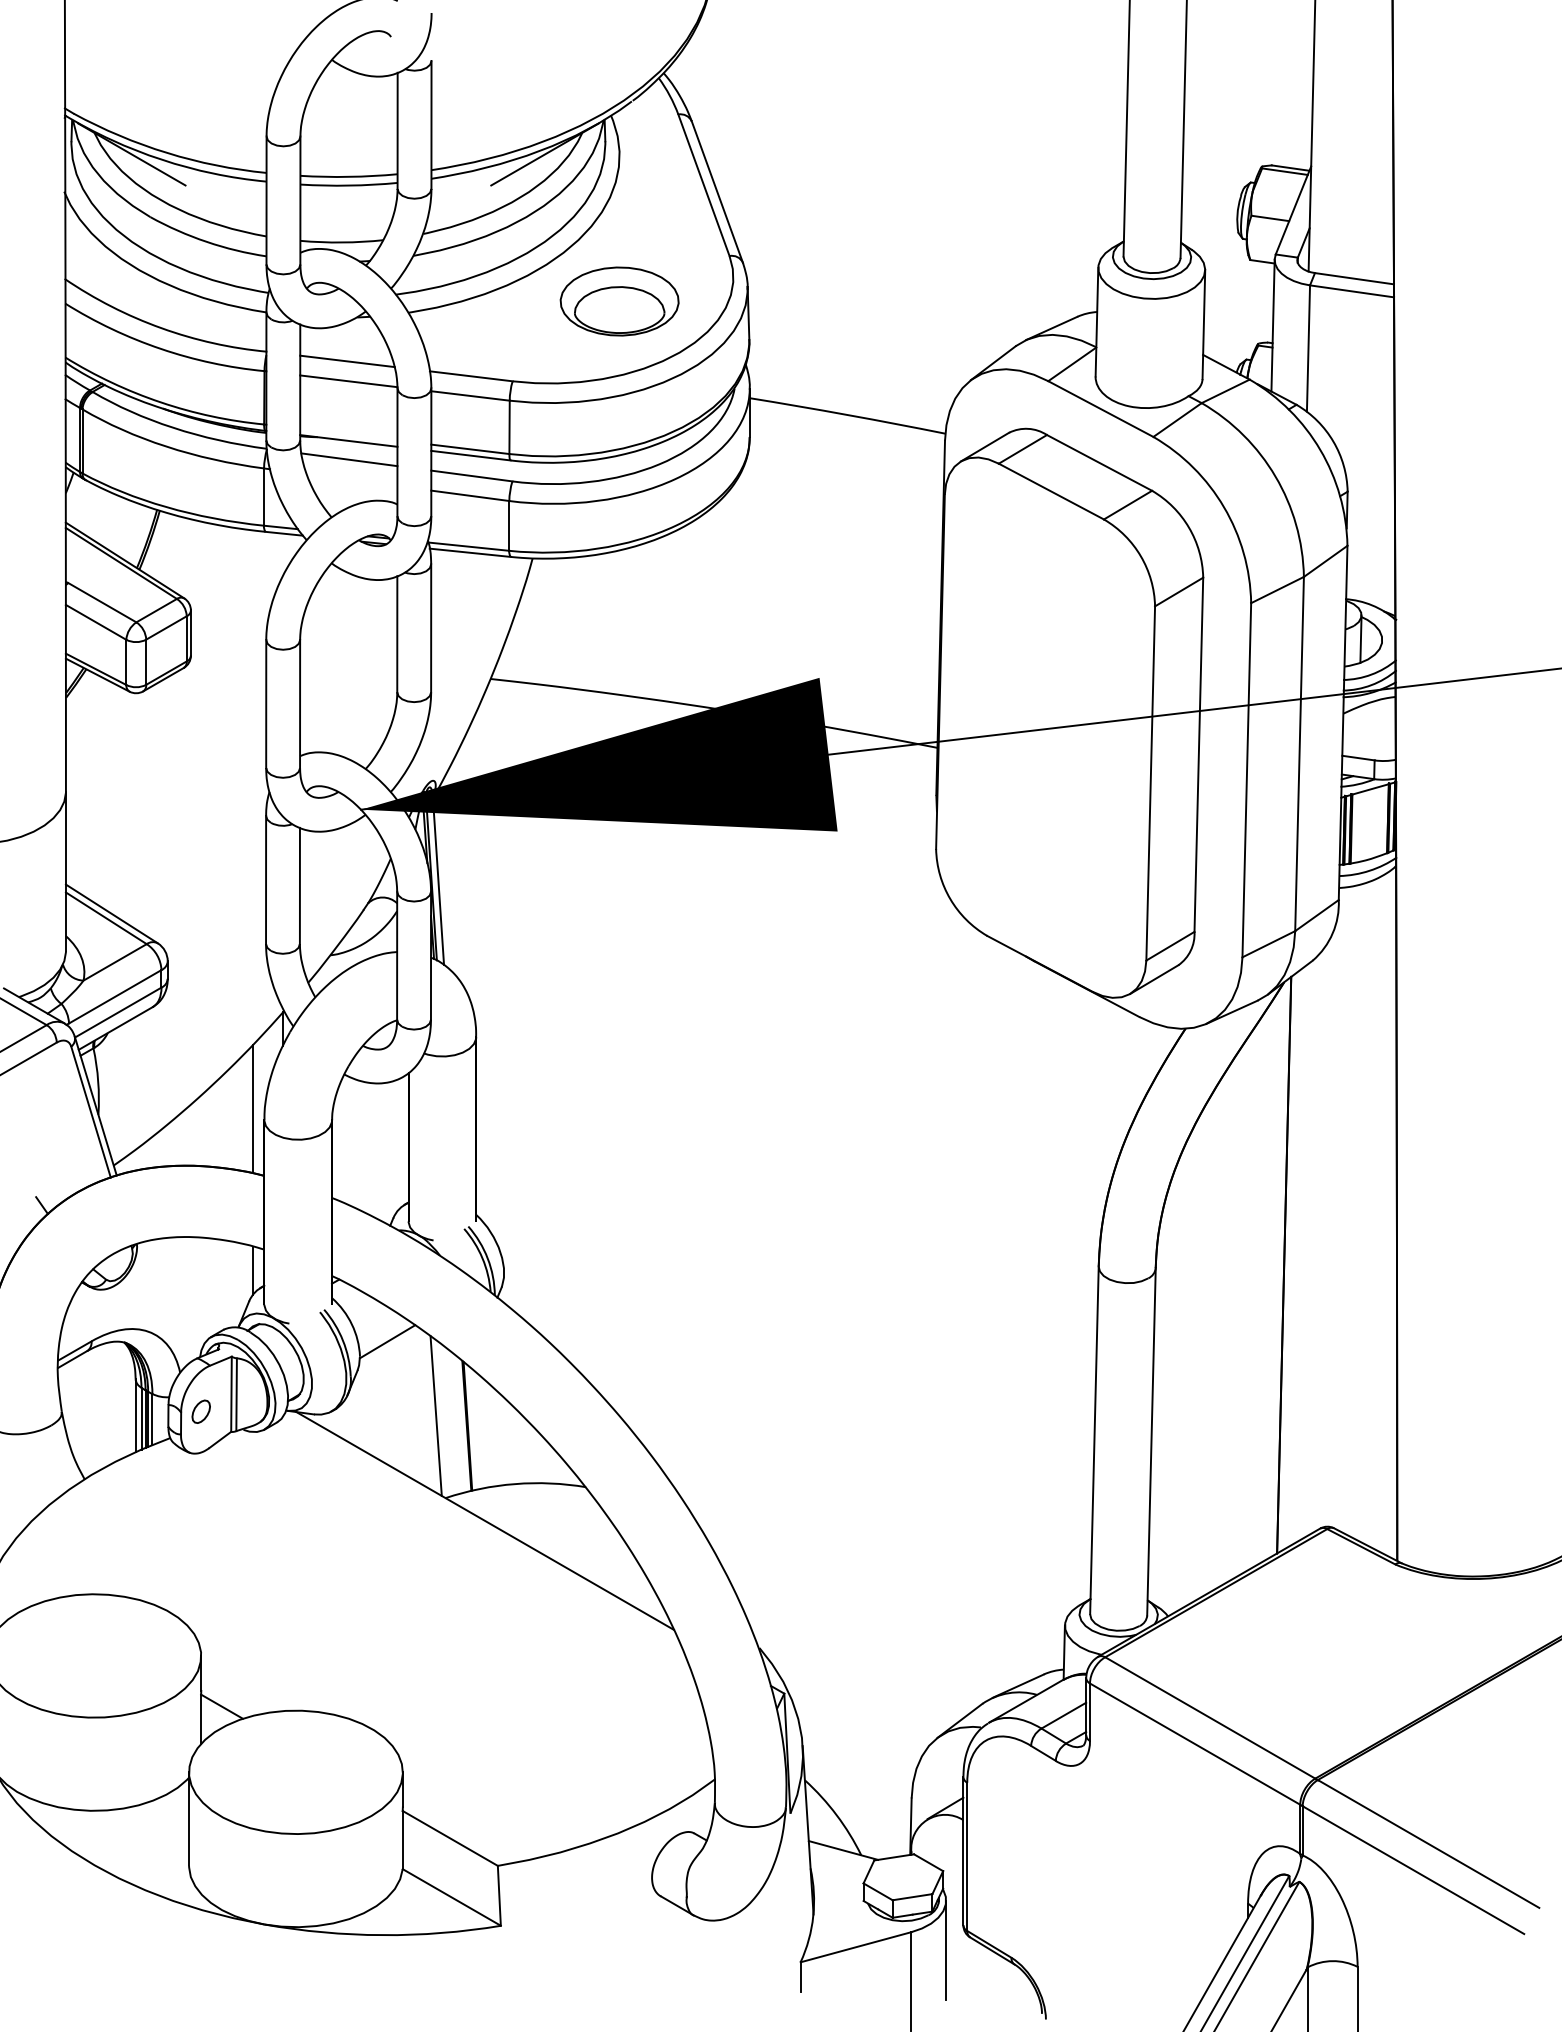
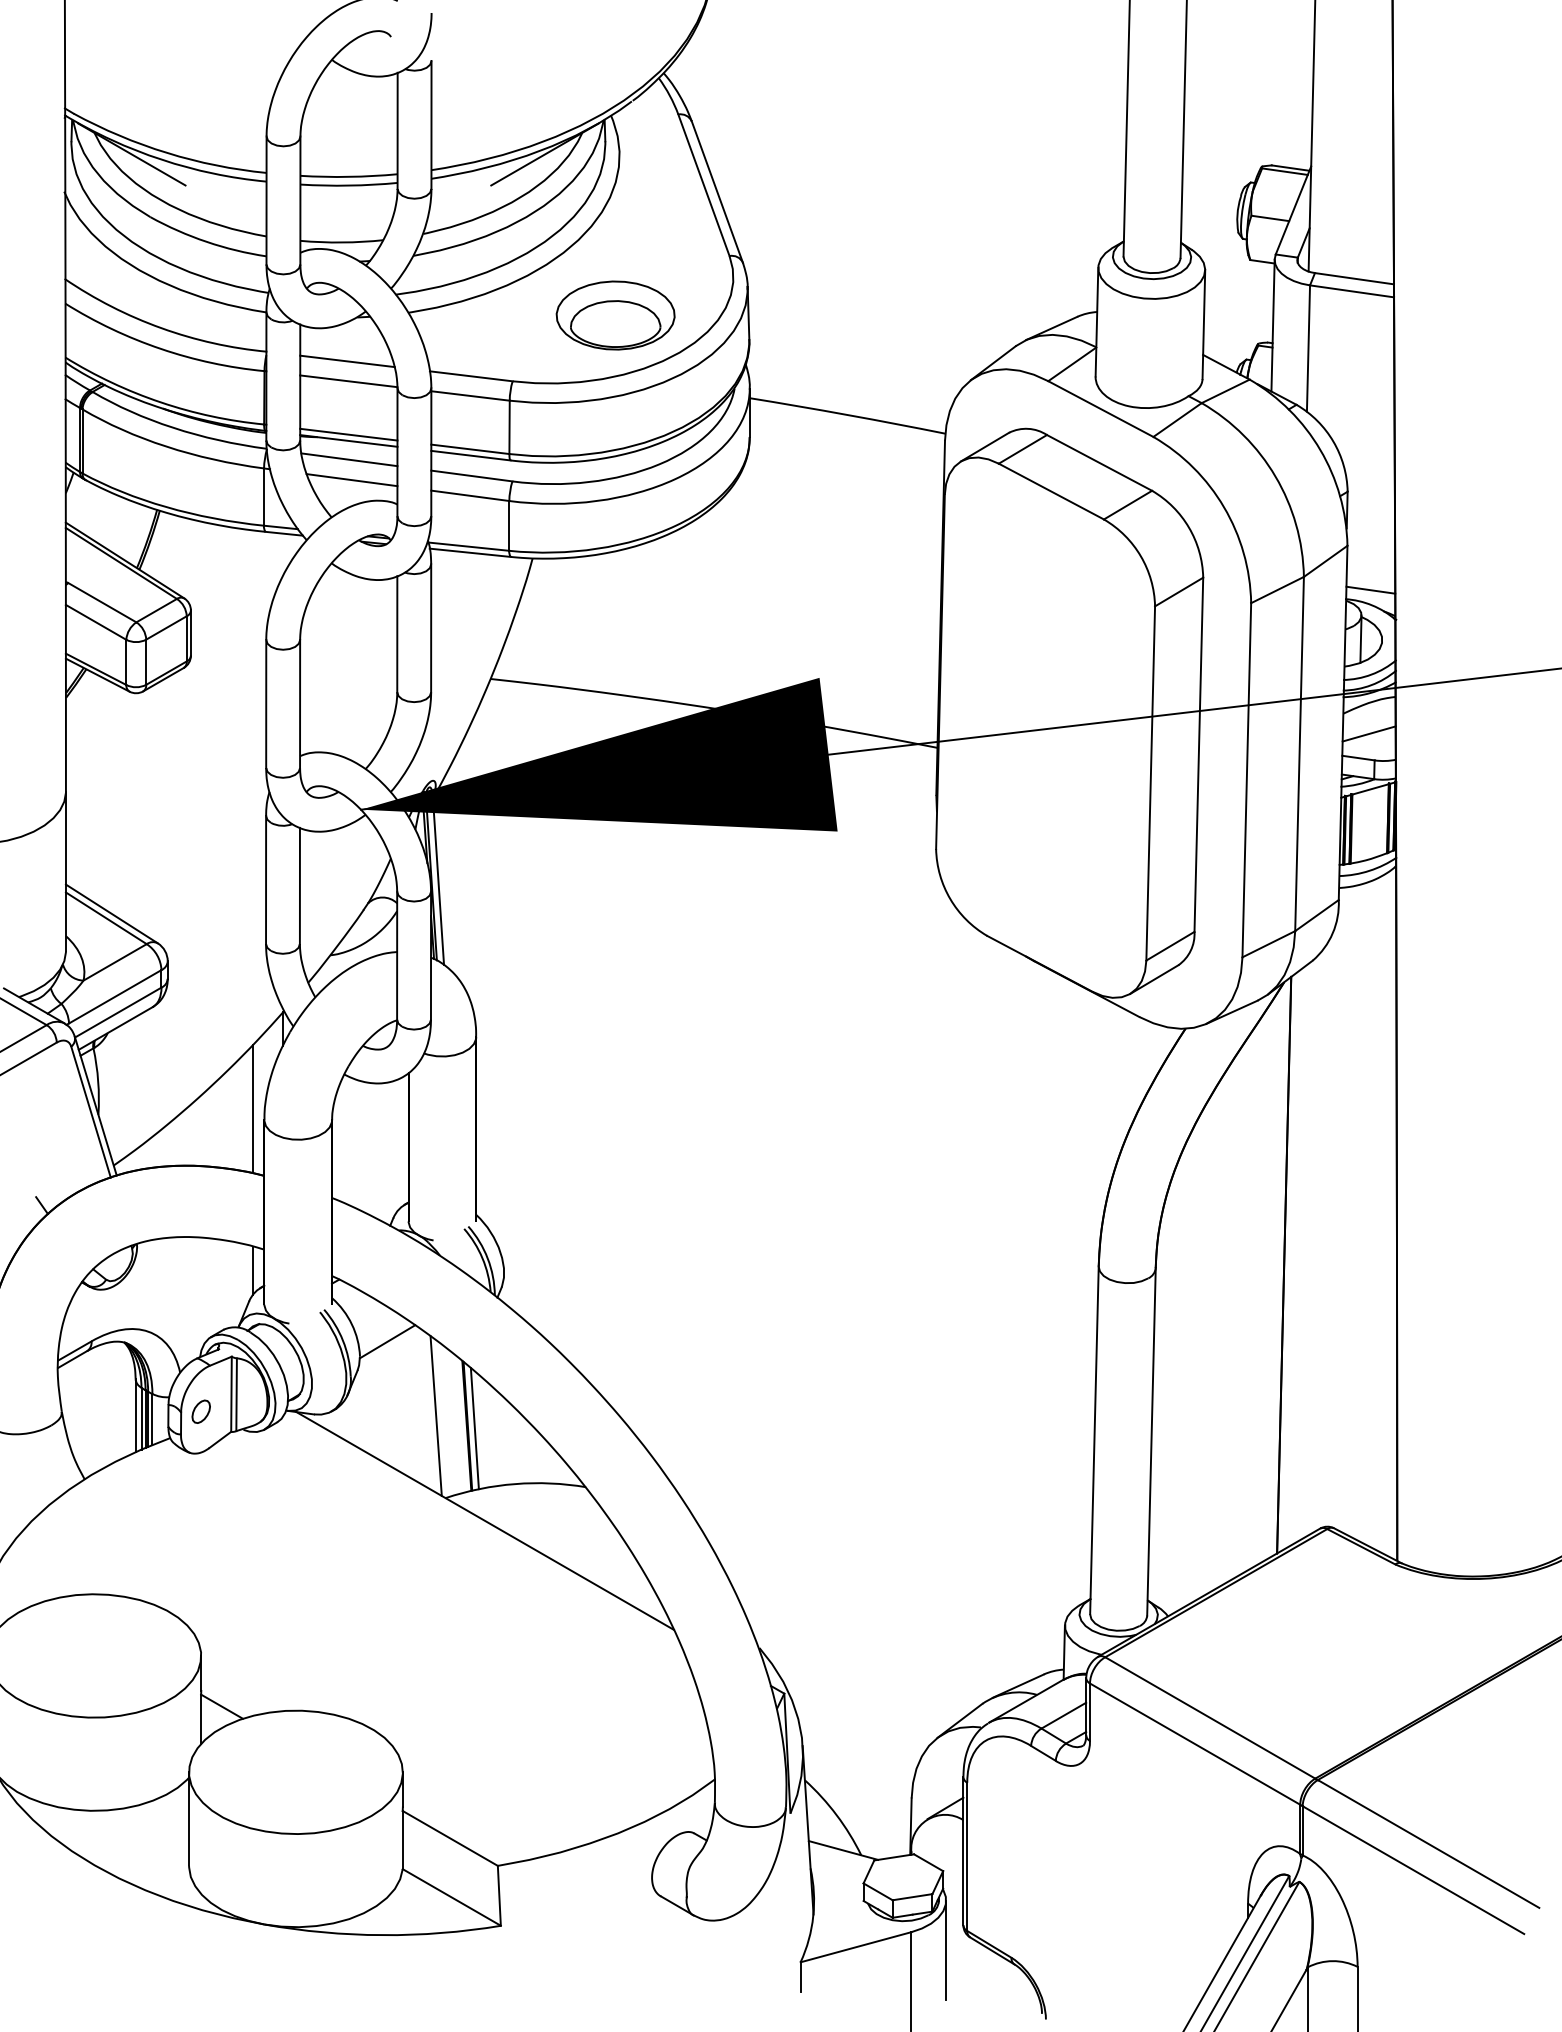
part at (619, 301) position: (619, 301) -> (615, 315)
line at (348, 434): none -> present
line at (351, 480): none -> present
line at (1370, 589): none -> present
line at (1368, 733): none -> present
line at (474, 1428): none -> present
